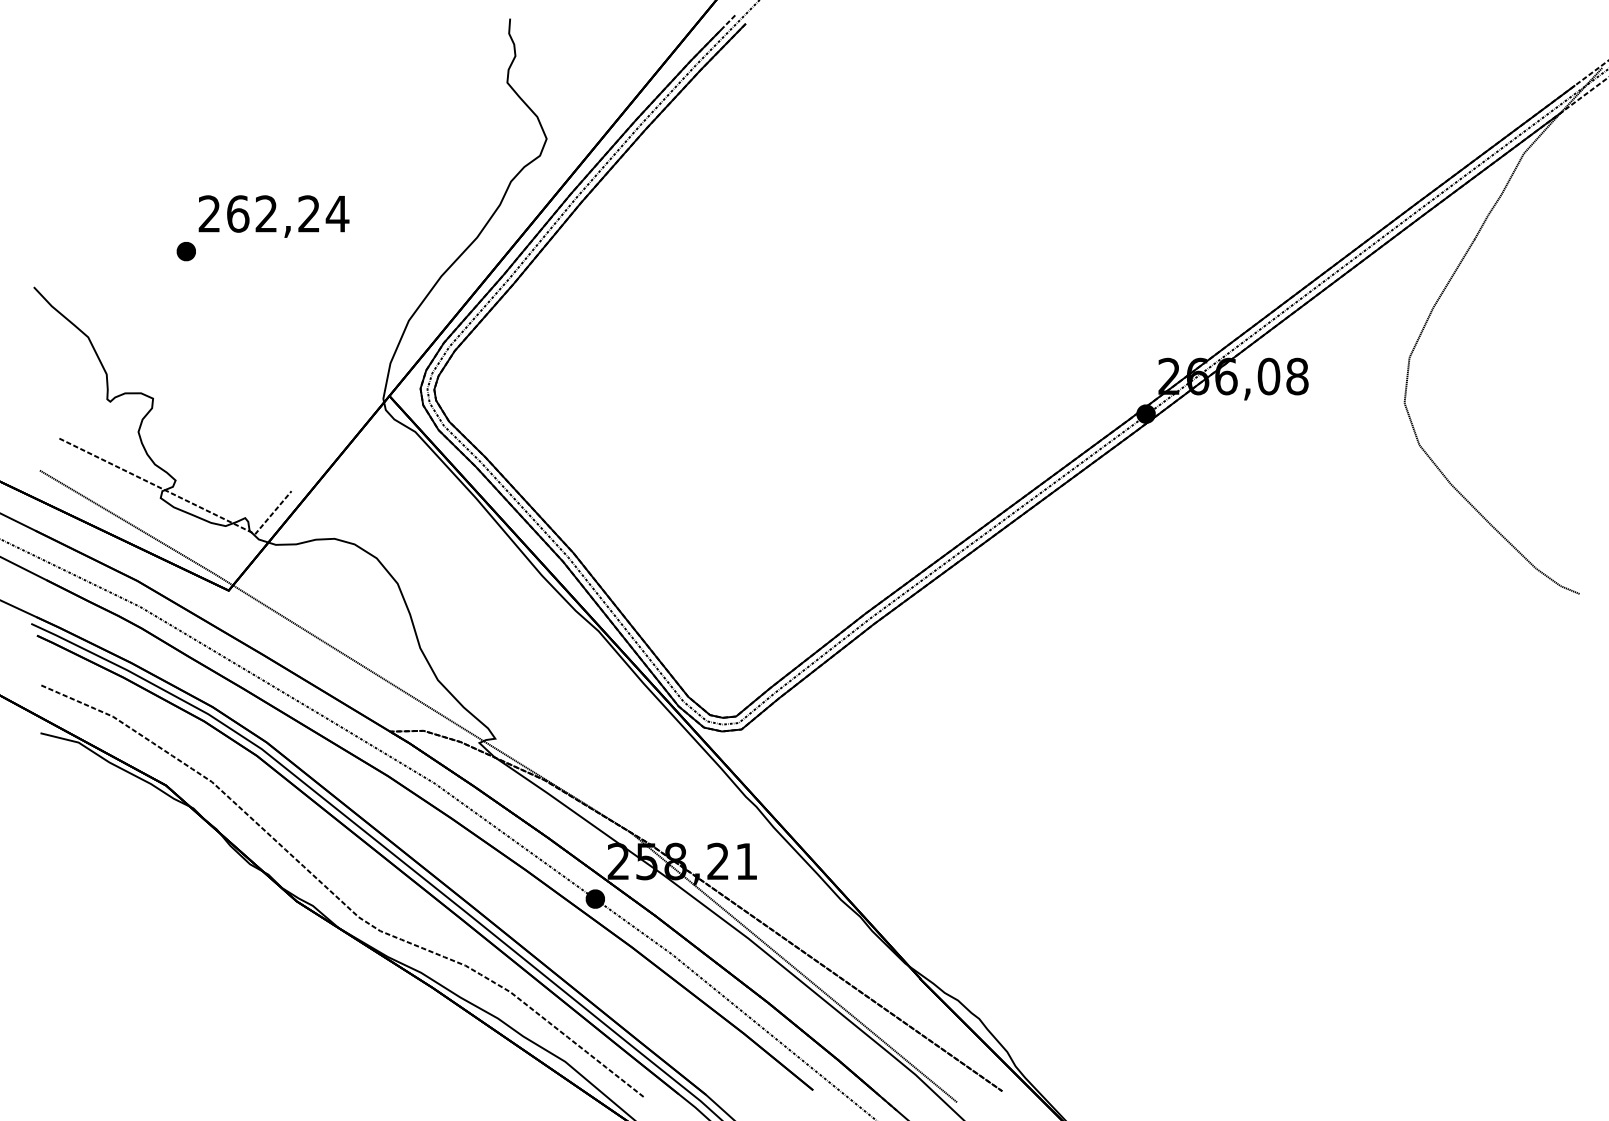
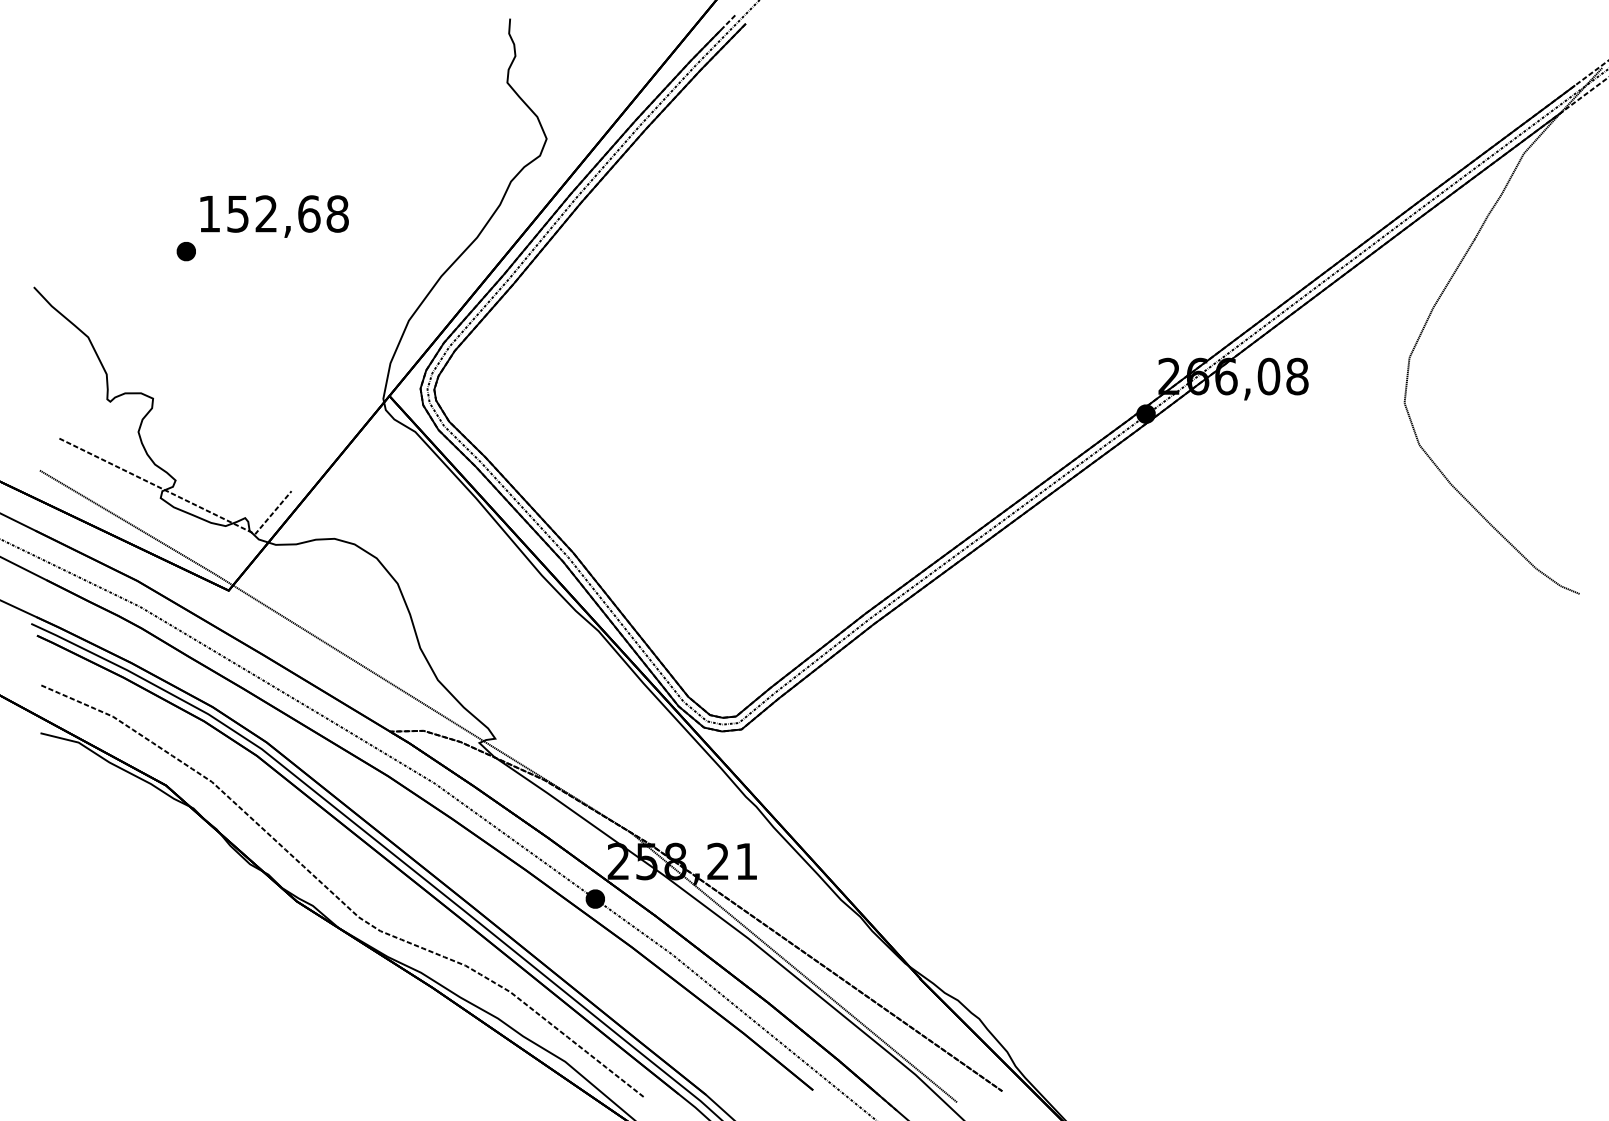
text at (273, 213): 262,24 -> 152,68
